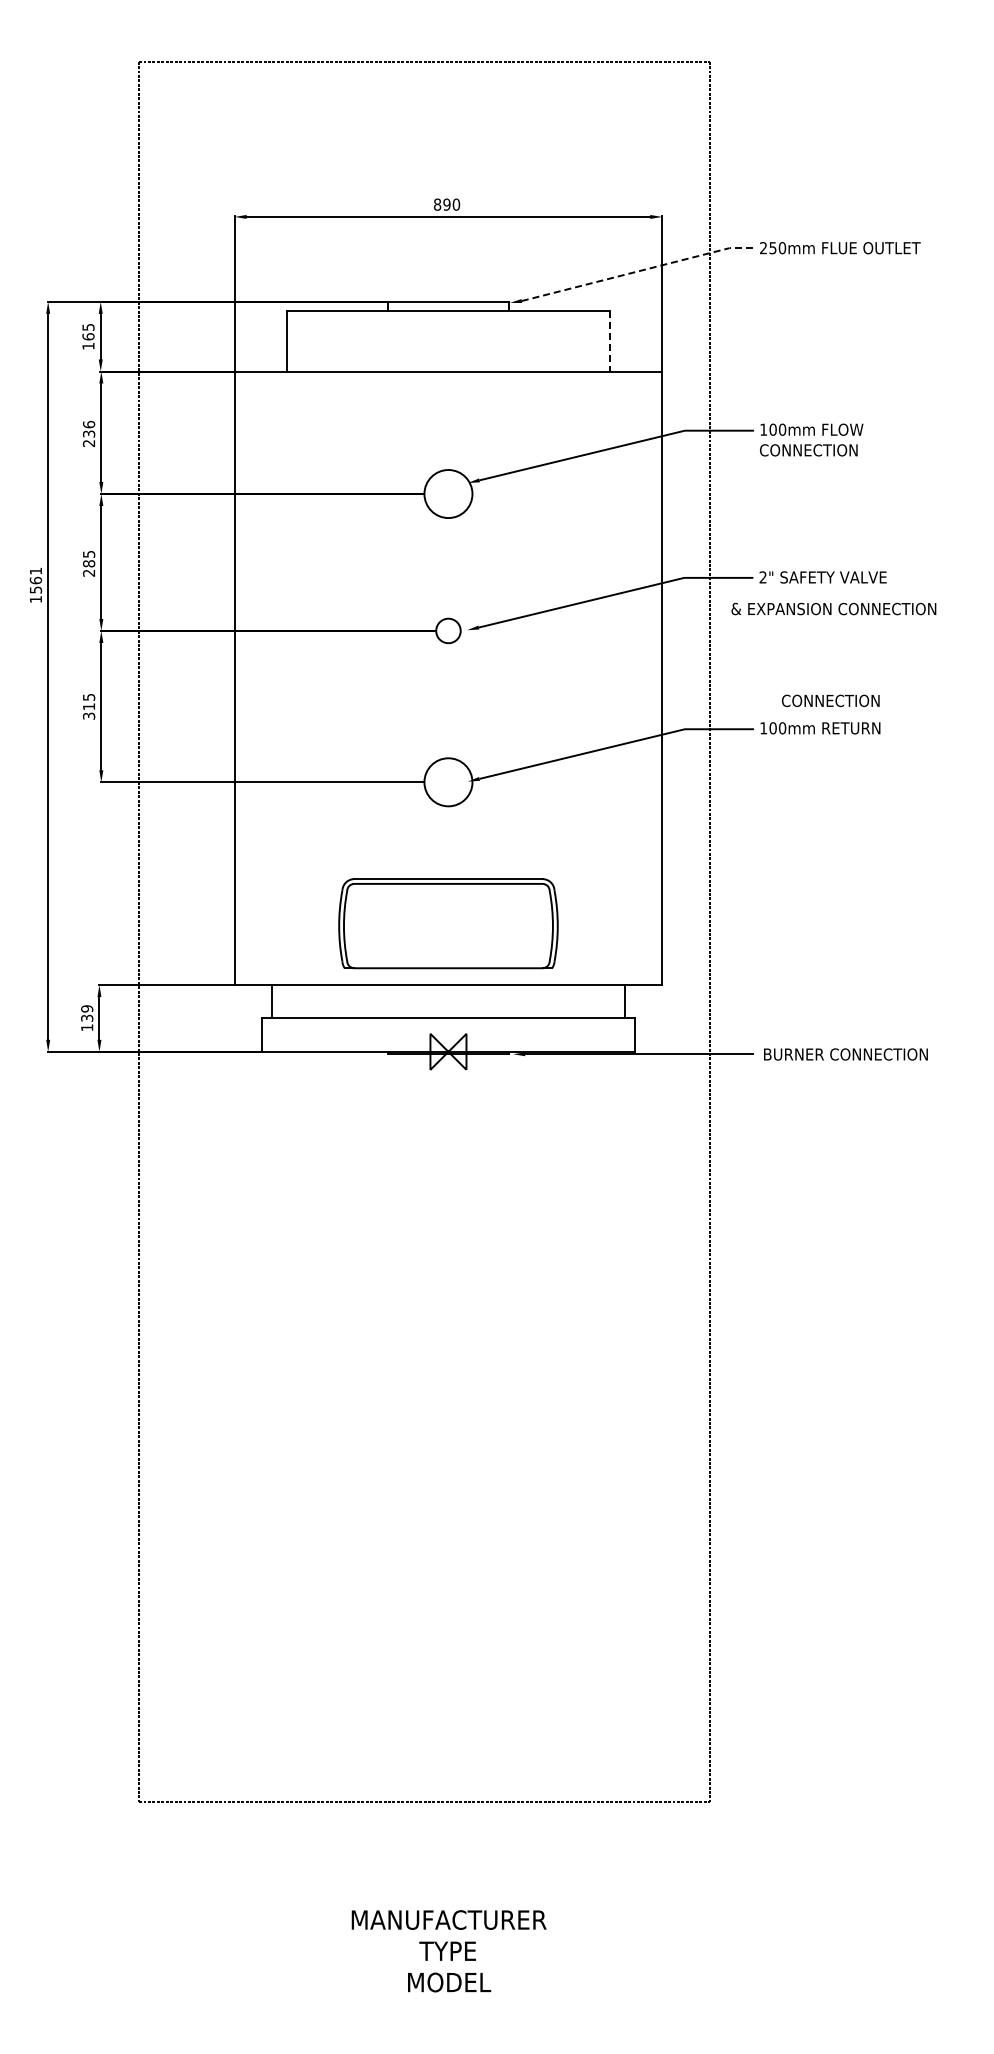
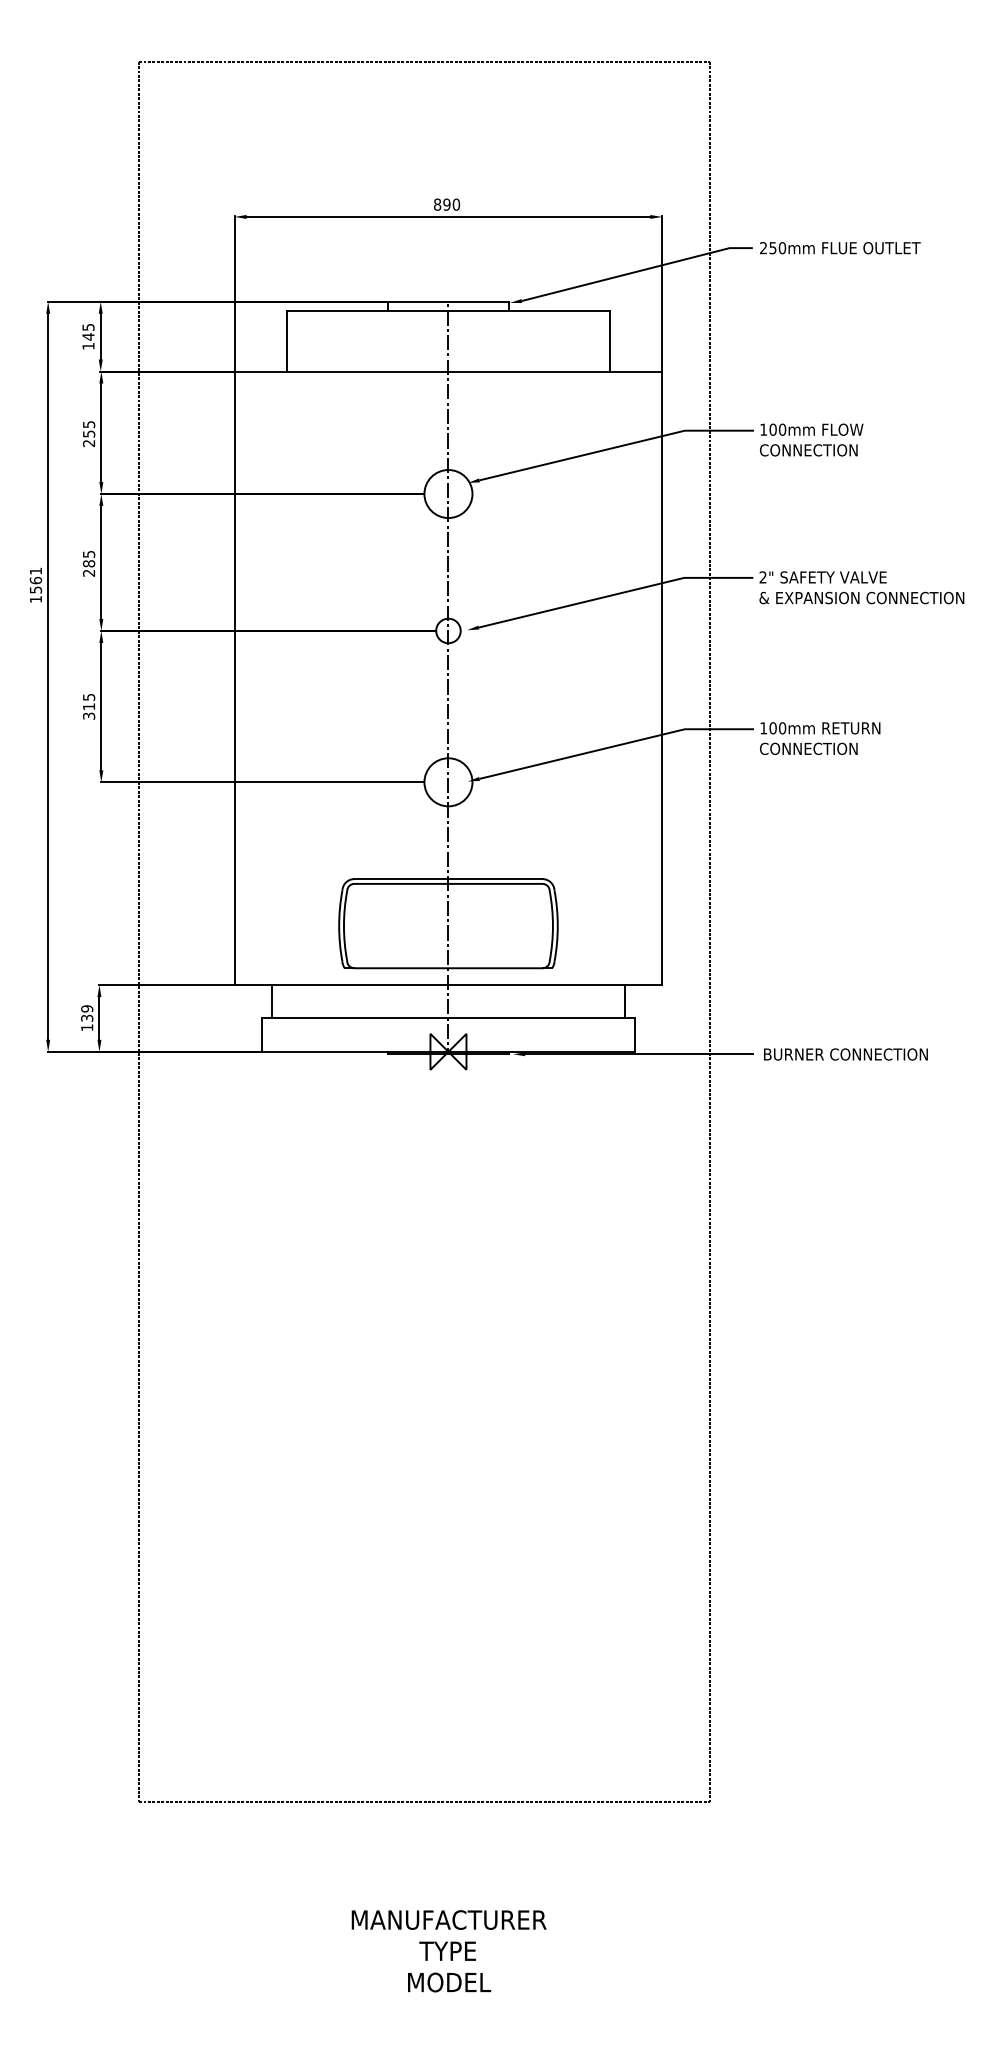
line at (637, 271): dashed -> solid
text at (88, 336): 165 -> 145
line at (609, 341): dashed -> solid
text at (88, 428): 236 -> 255
text at (833, 608) position: (833, 608) -> (861, 597)
line at (448, 676): none -> present
text at (830, 700) position: (830, 700) -> (808, 748)
